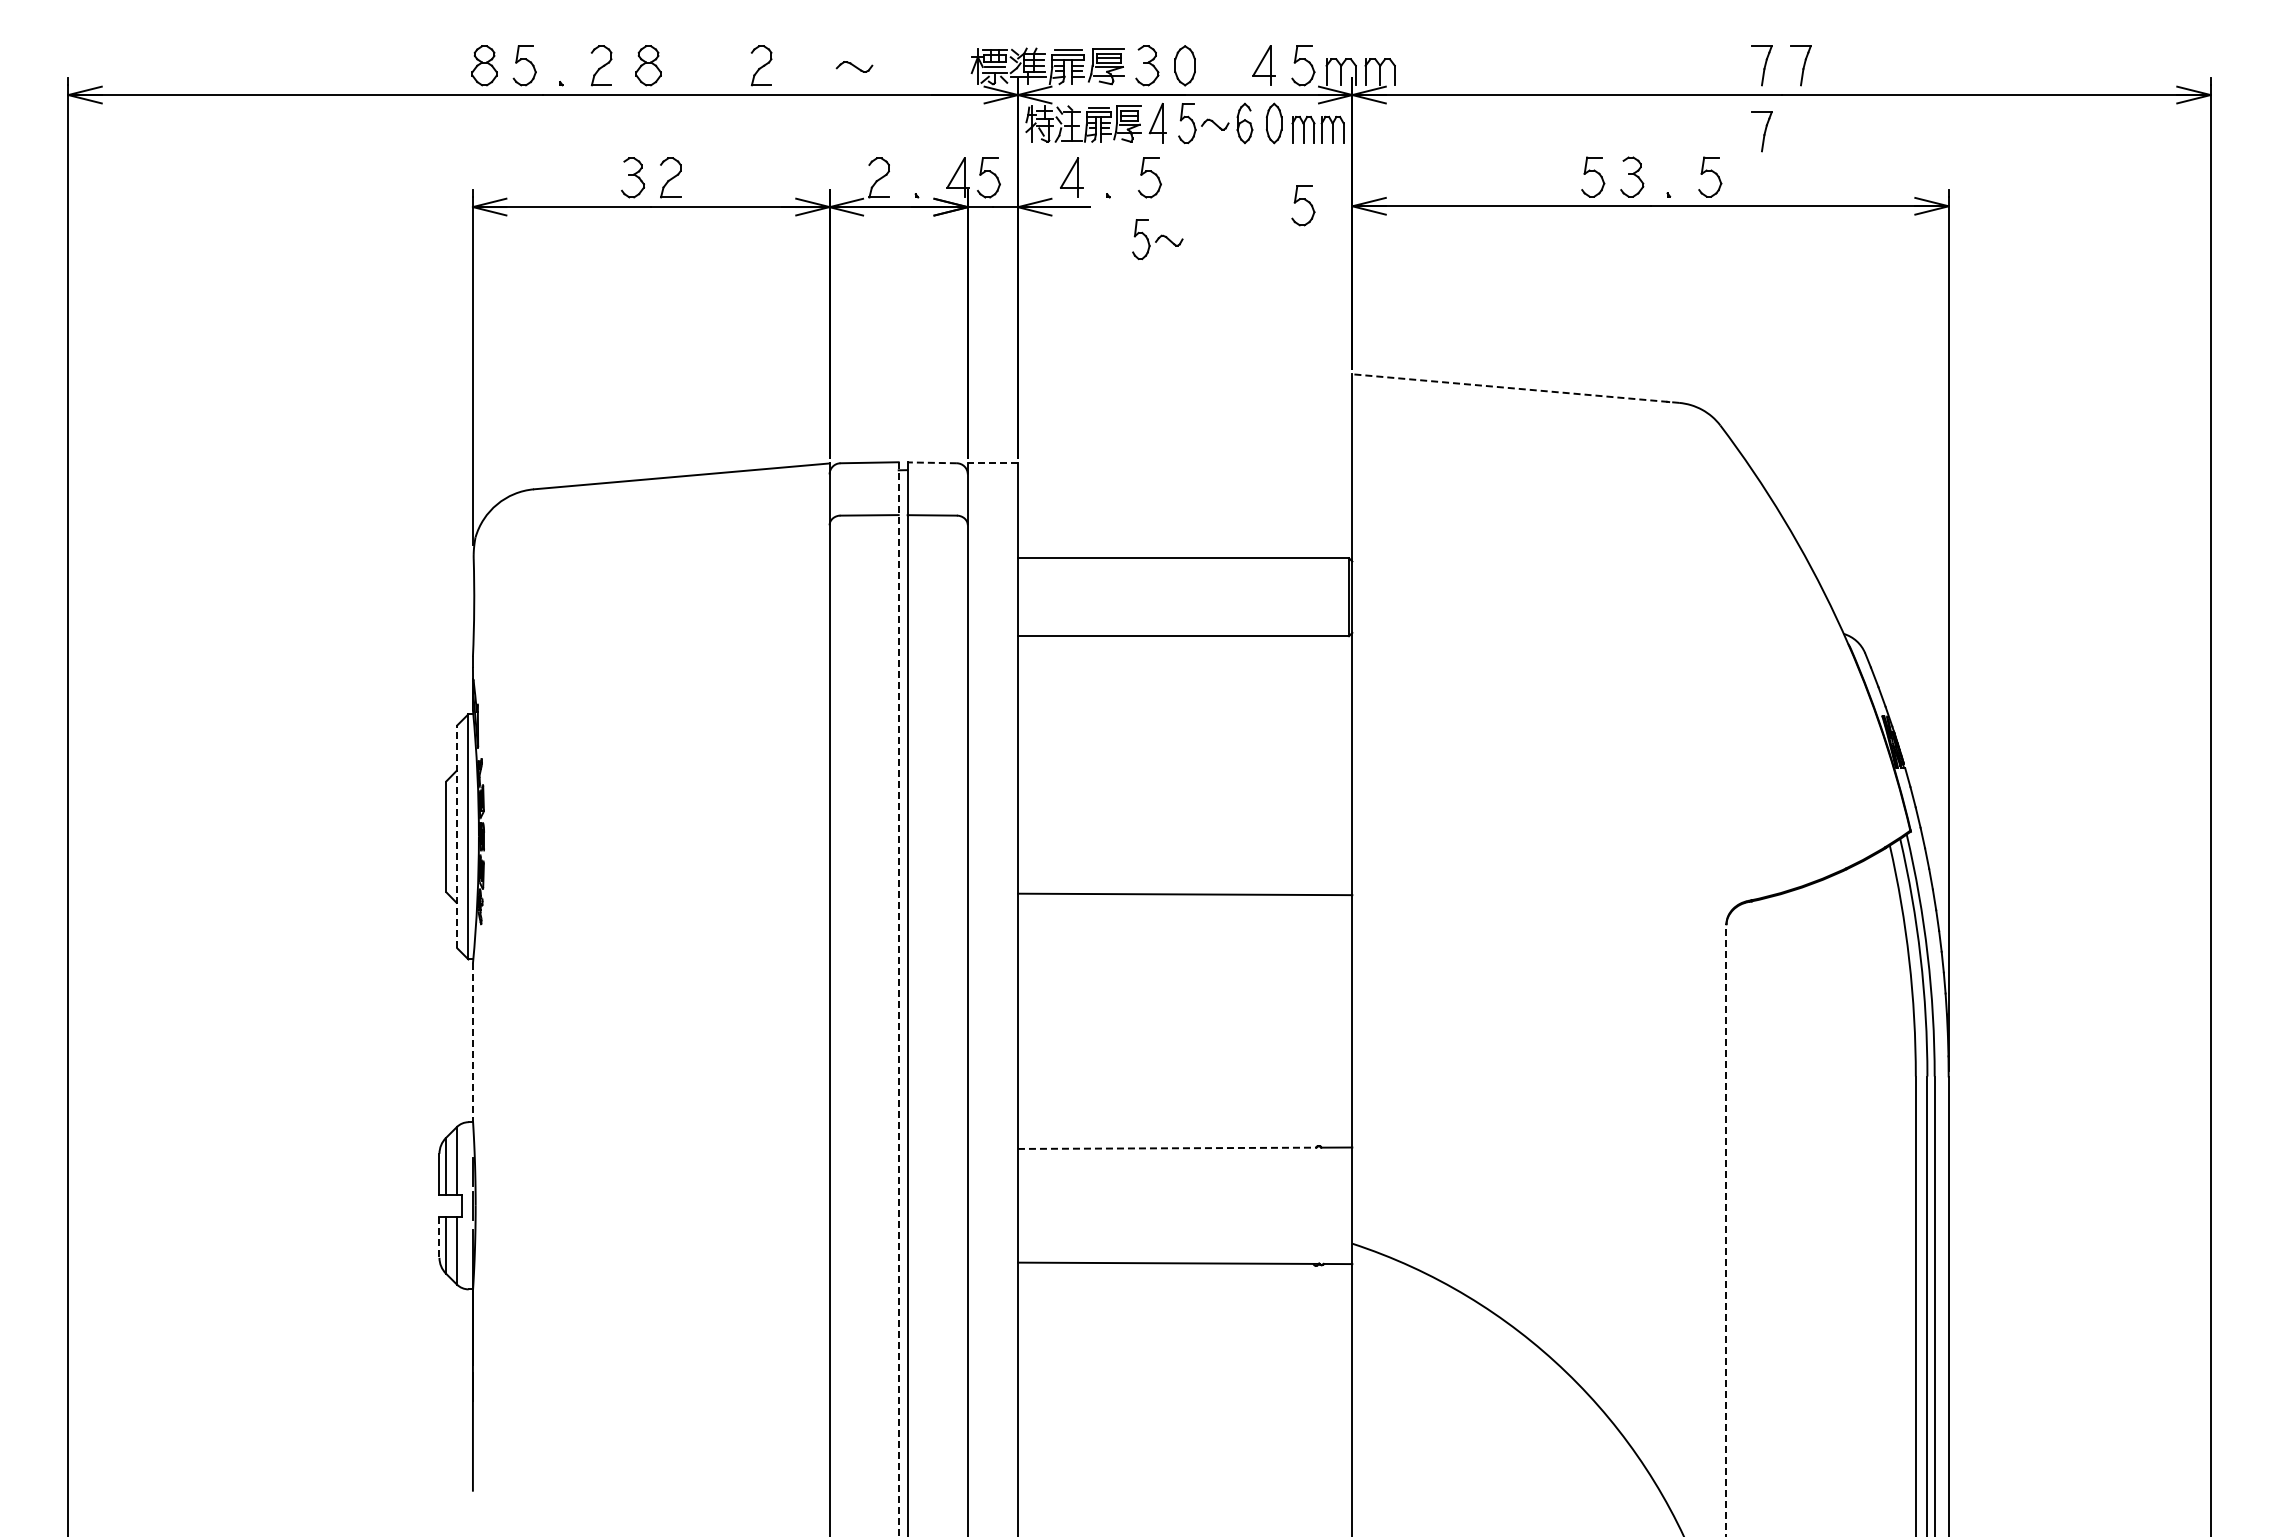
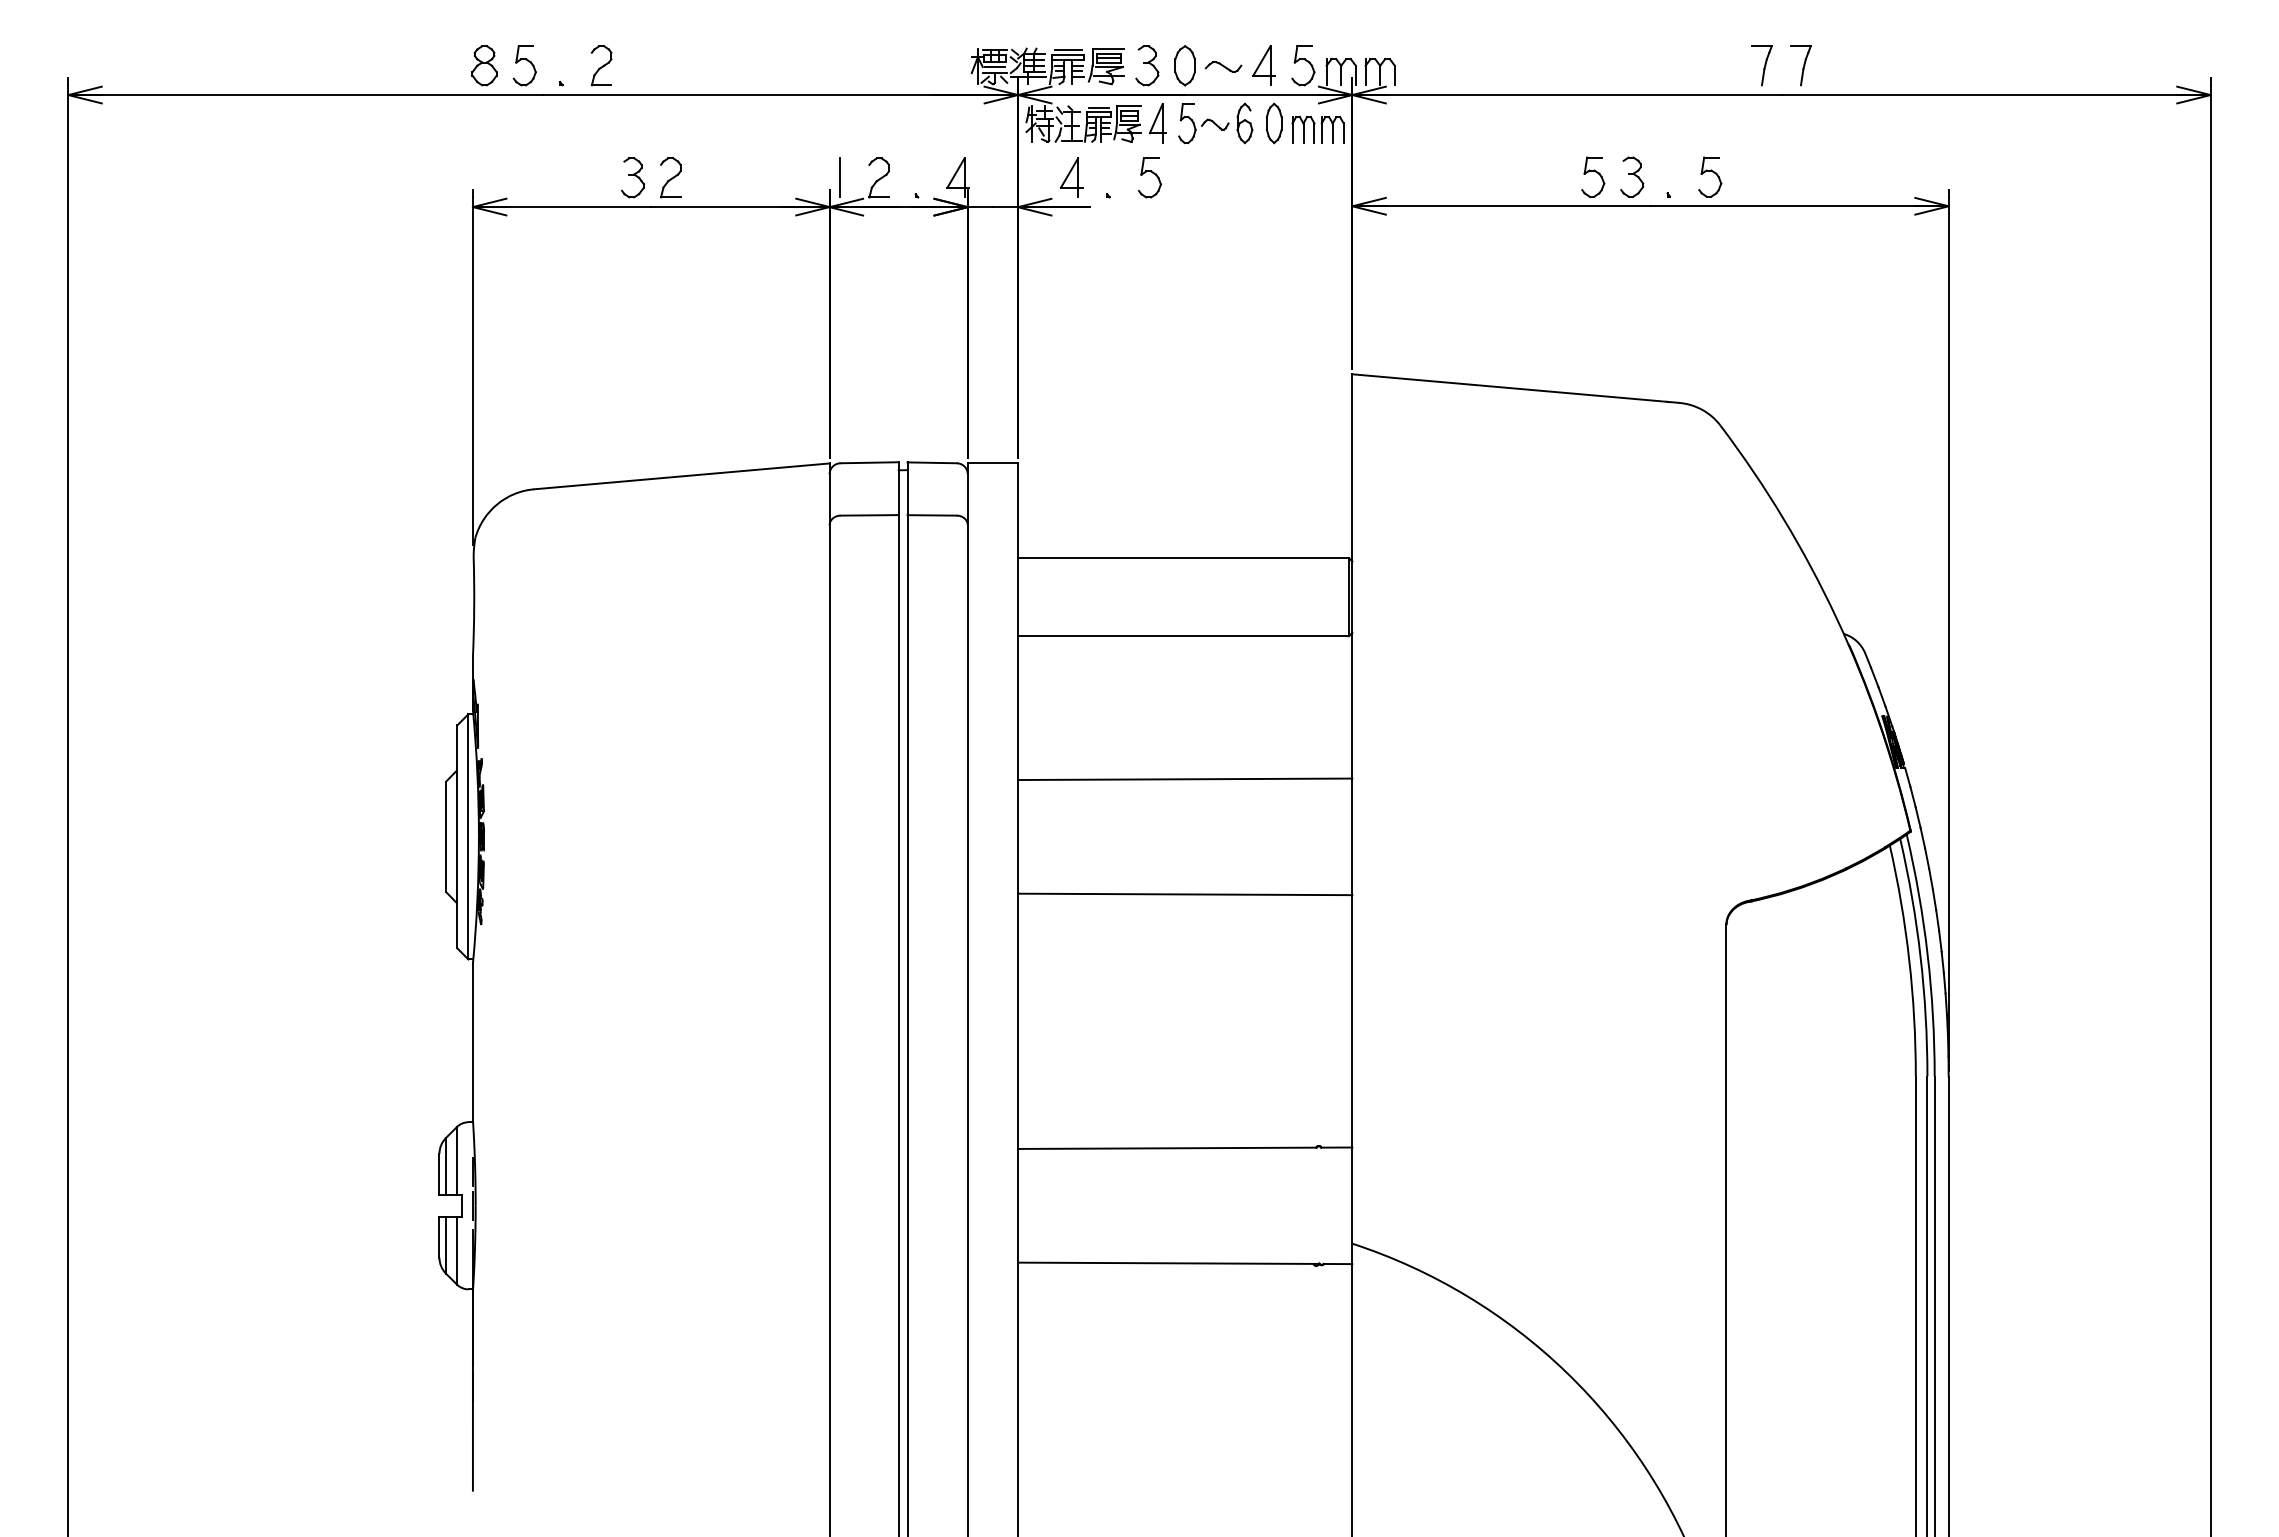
part at (648, 65): present -> none
part at (761, 65): present -> none
part at (854, 66) position: (854, 66) -> (1223, 66)
part at (1761, 131): present -> none
line at (840, 177): none -> present
part at (988, 177): present -> none
part at (1303, 205): present -> none
part at (1157, 239): present -> none
line at (1515, 388): dashed -> solid
line at (932, 462): dashed -> solid
line at (992, 463): dashed -> solid
line at (1184, 779): none -> present
line at (457, 836): dashed -> solid
line at (898, 999): dashed -> solid
line at (472, 1041): dashed -> solid
line at (1167, 1148): dashed -> solid
line at (1726, 1230): dashed -> solid
line at (439, 1237): dashed -> solid
